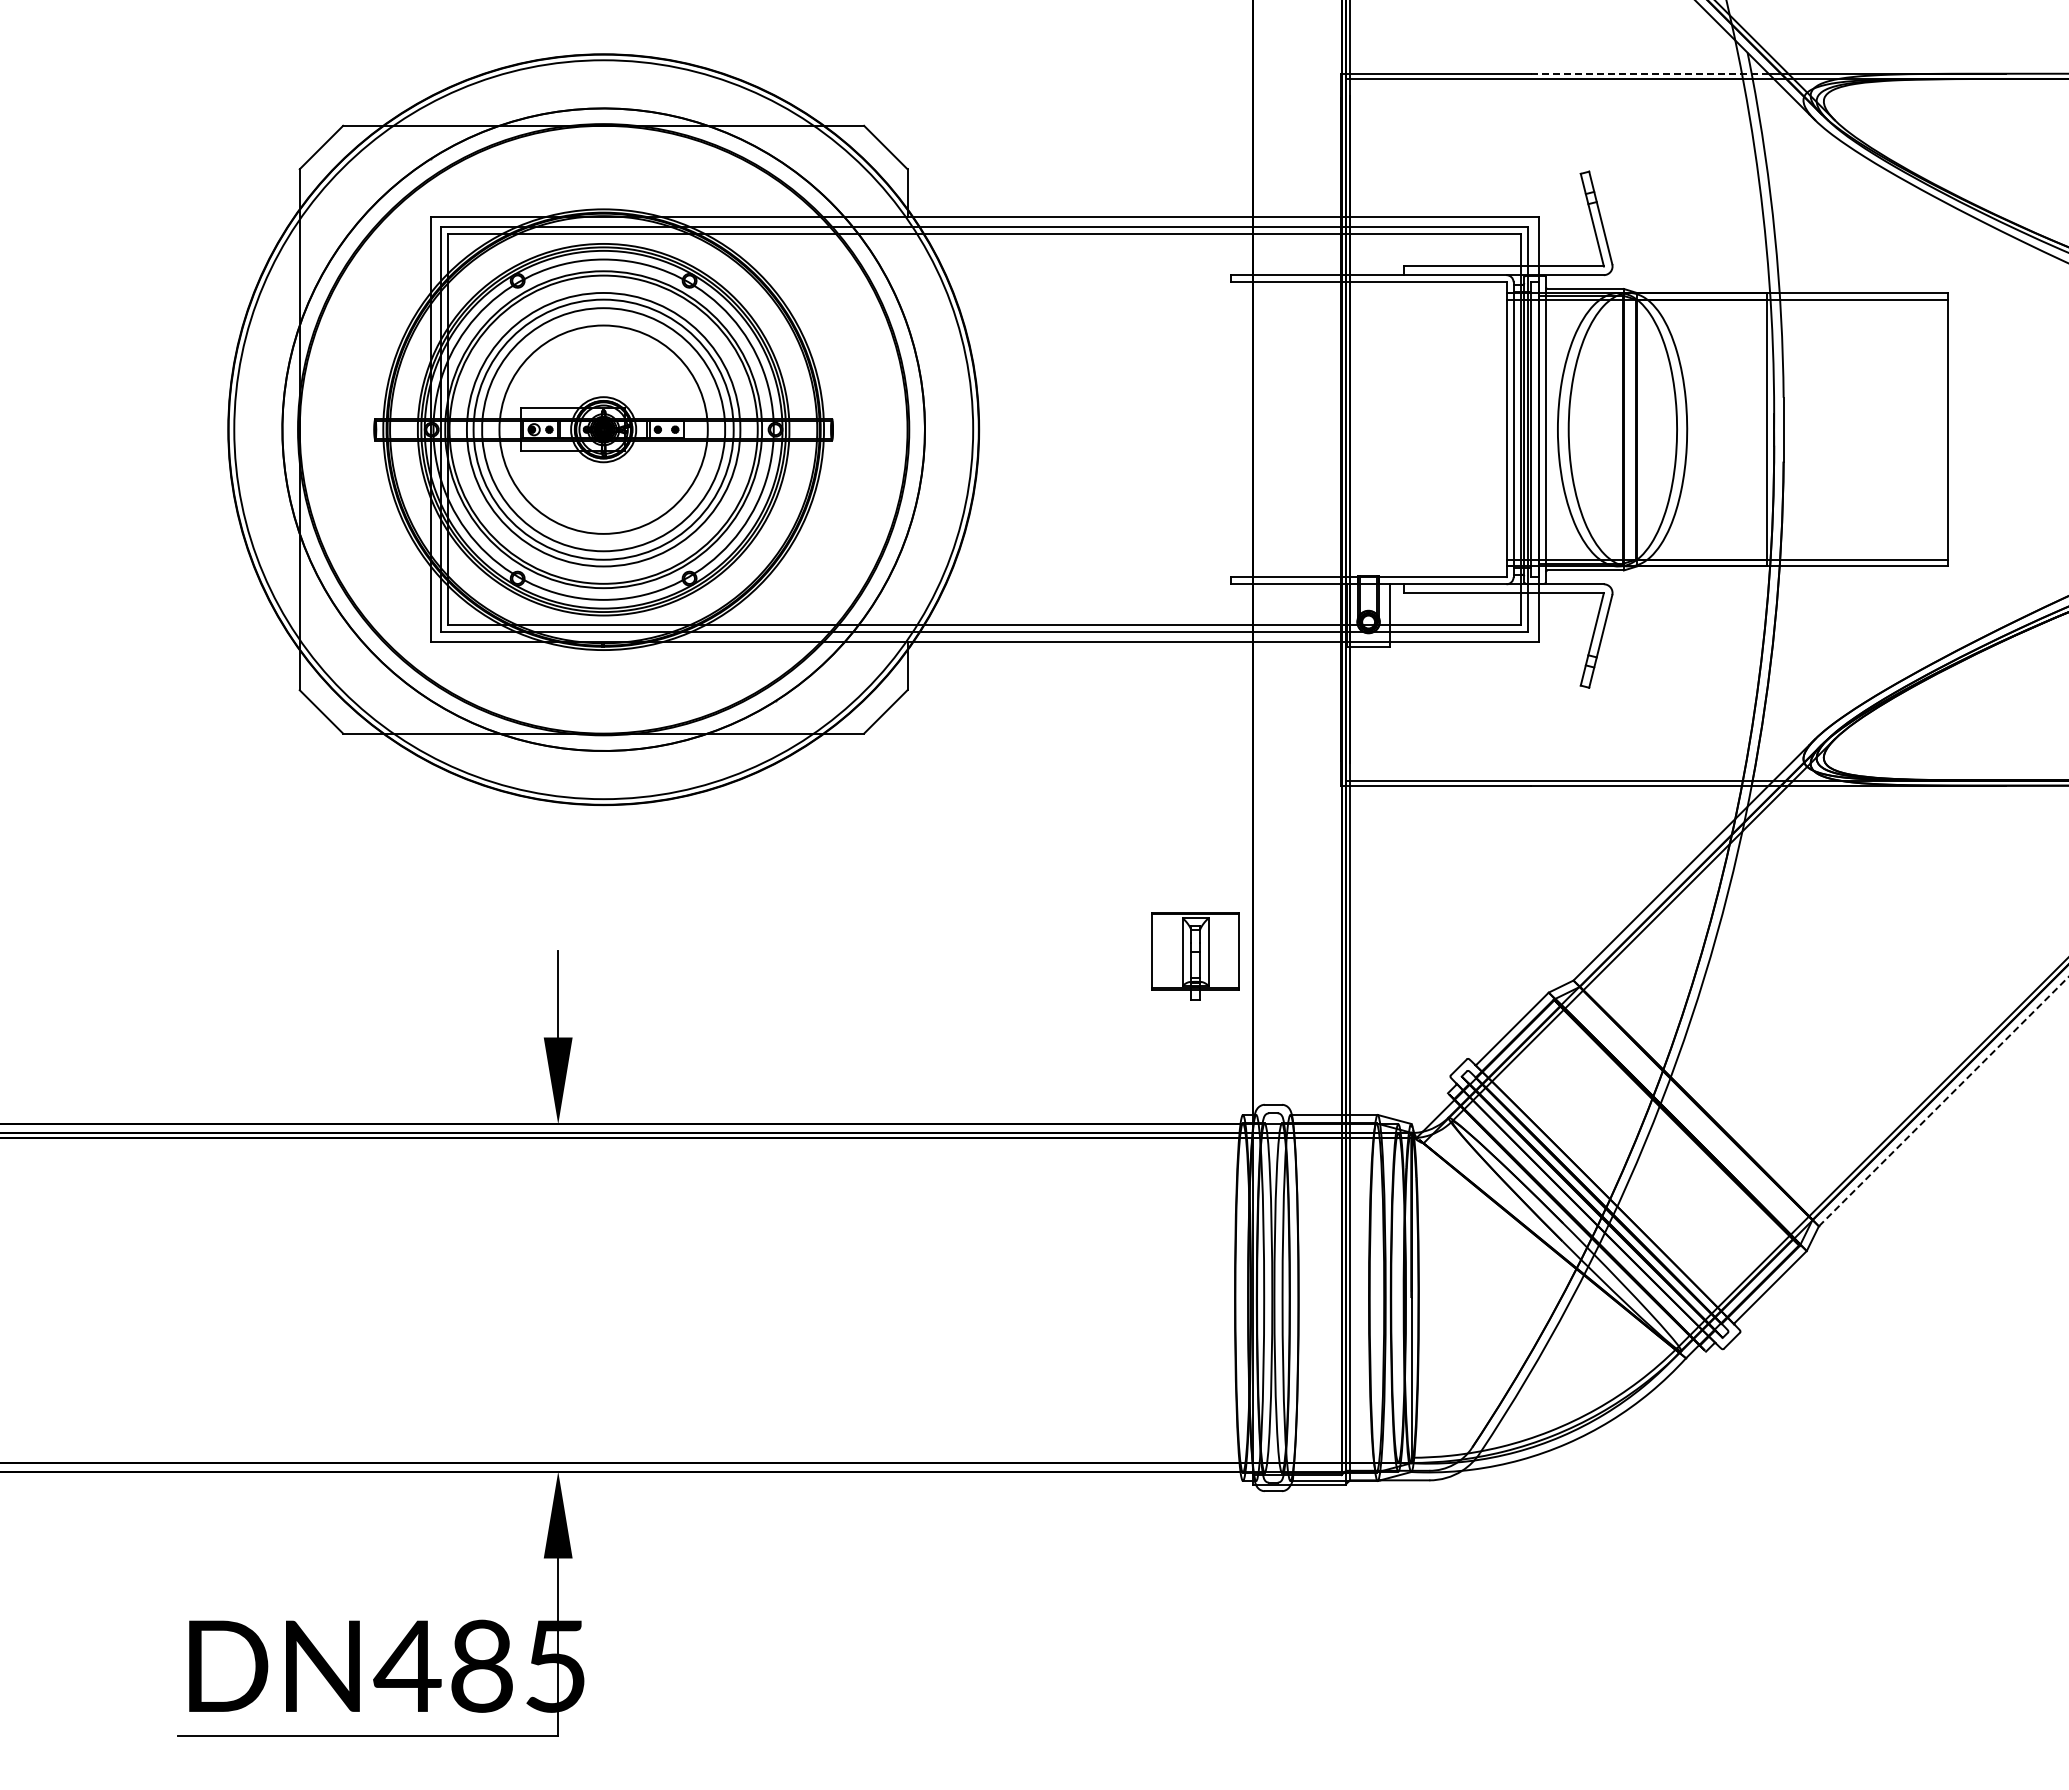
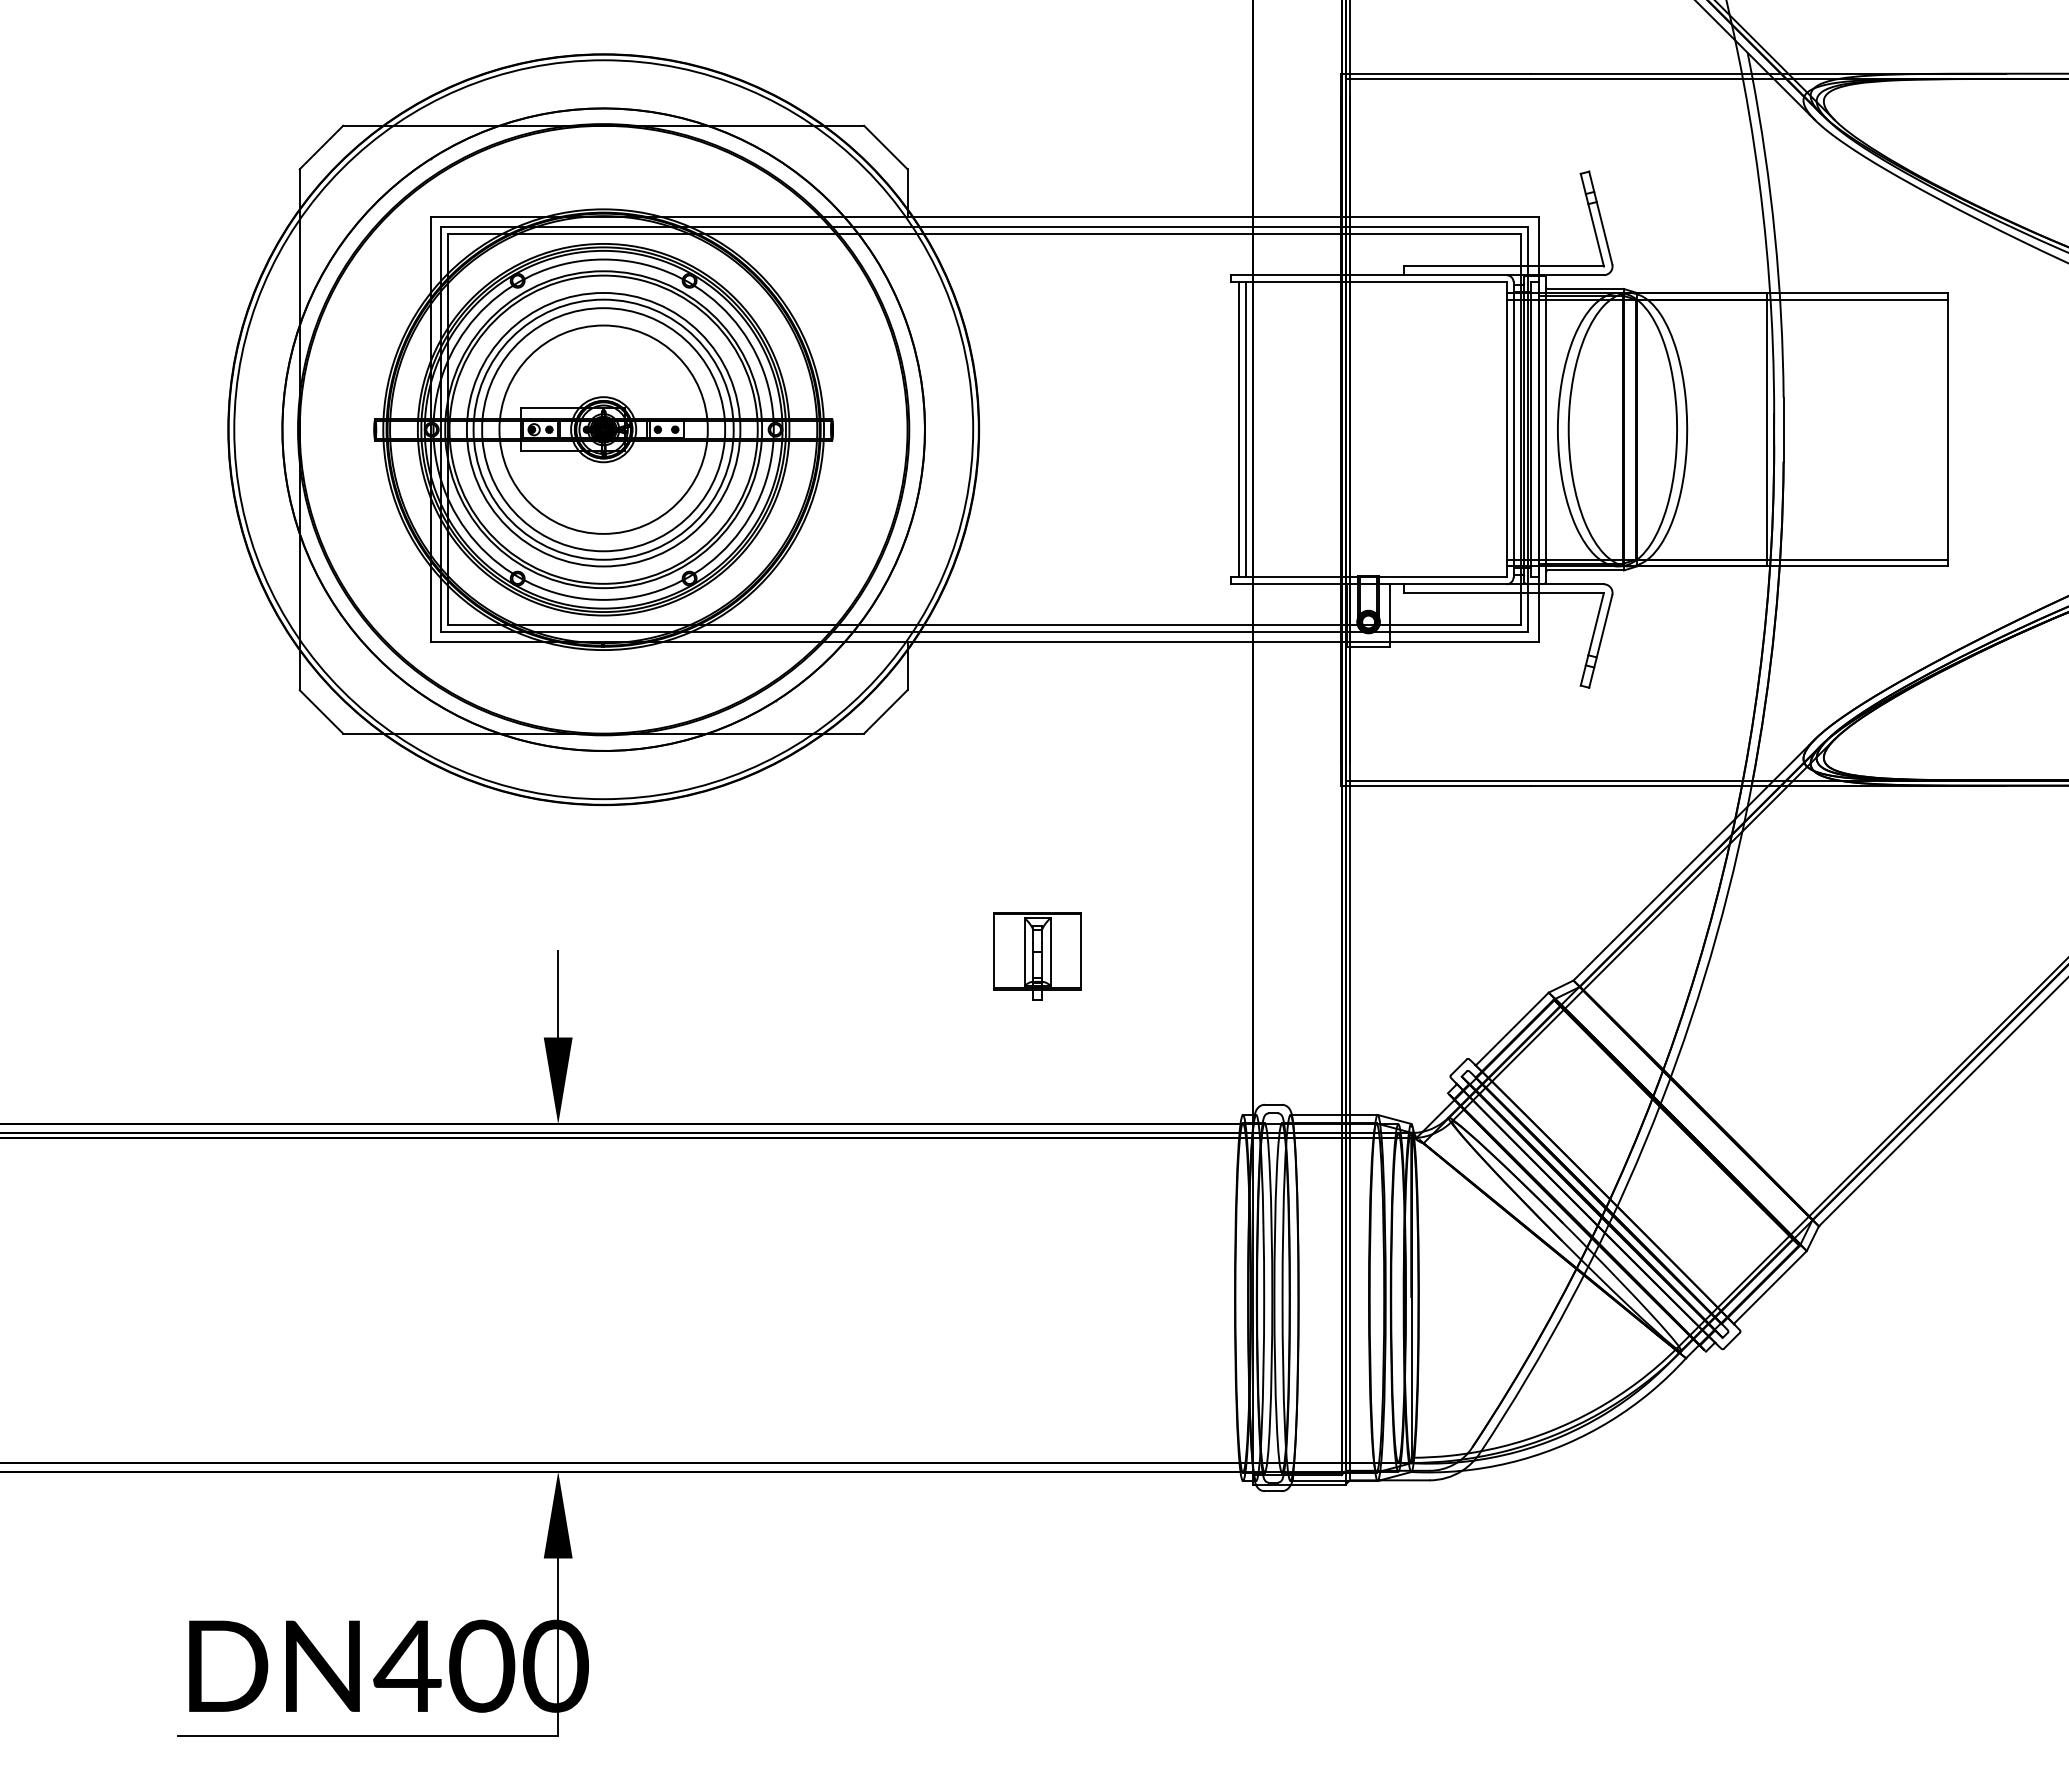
line at (1649, 73): dashed -> solid
line at (1239, 429): none -> present
line at (1246, 429): none -> present
part at (1195, 956) position: (1195, 956) -> (1037, 956)
line at (1943, 1101): dashed -> solid
text at (518, 1665): DN485 -> DN400
